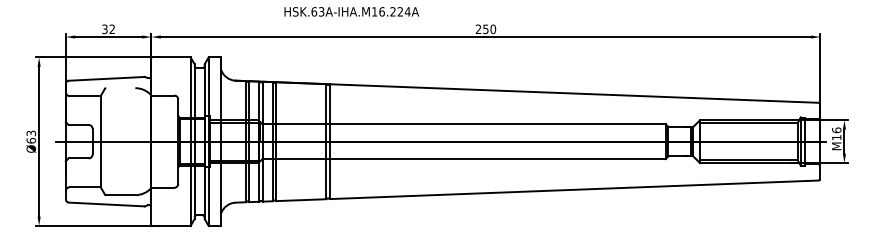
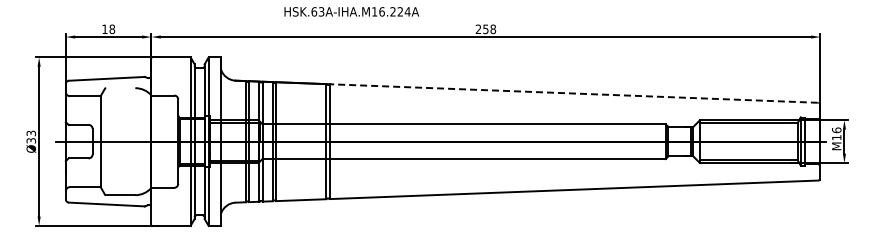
text at (493, 28): 250 -> 258
text at (108, 29): 32 -> 18
line at (573, 93): solid -> dashed
text at (31, 140): Ø63 -> Ø33
